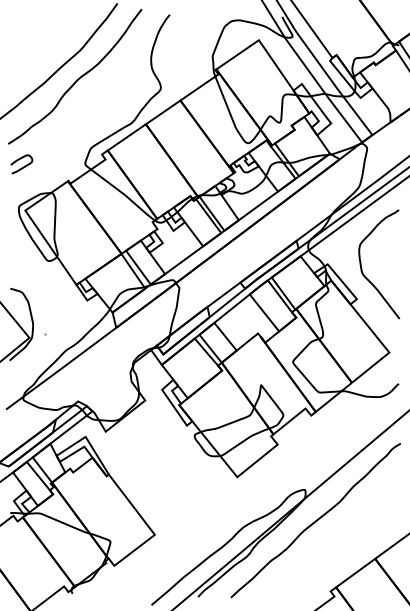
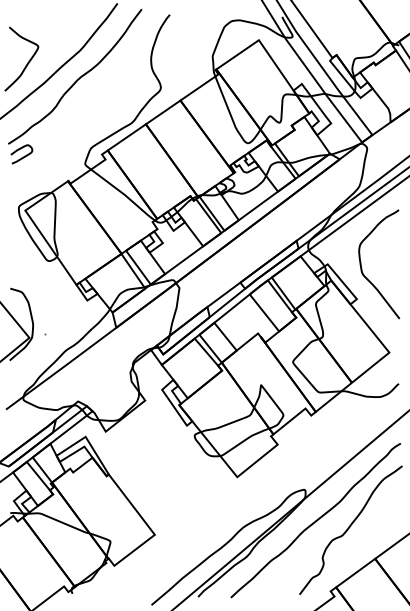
curve at (27, 62): none -> present
curve at (23, 166) position: (23, 166) -> (23, 156)
curve at (349, 528): none -> present
